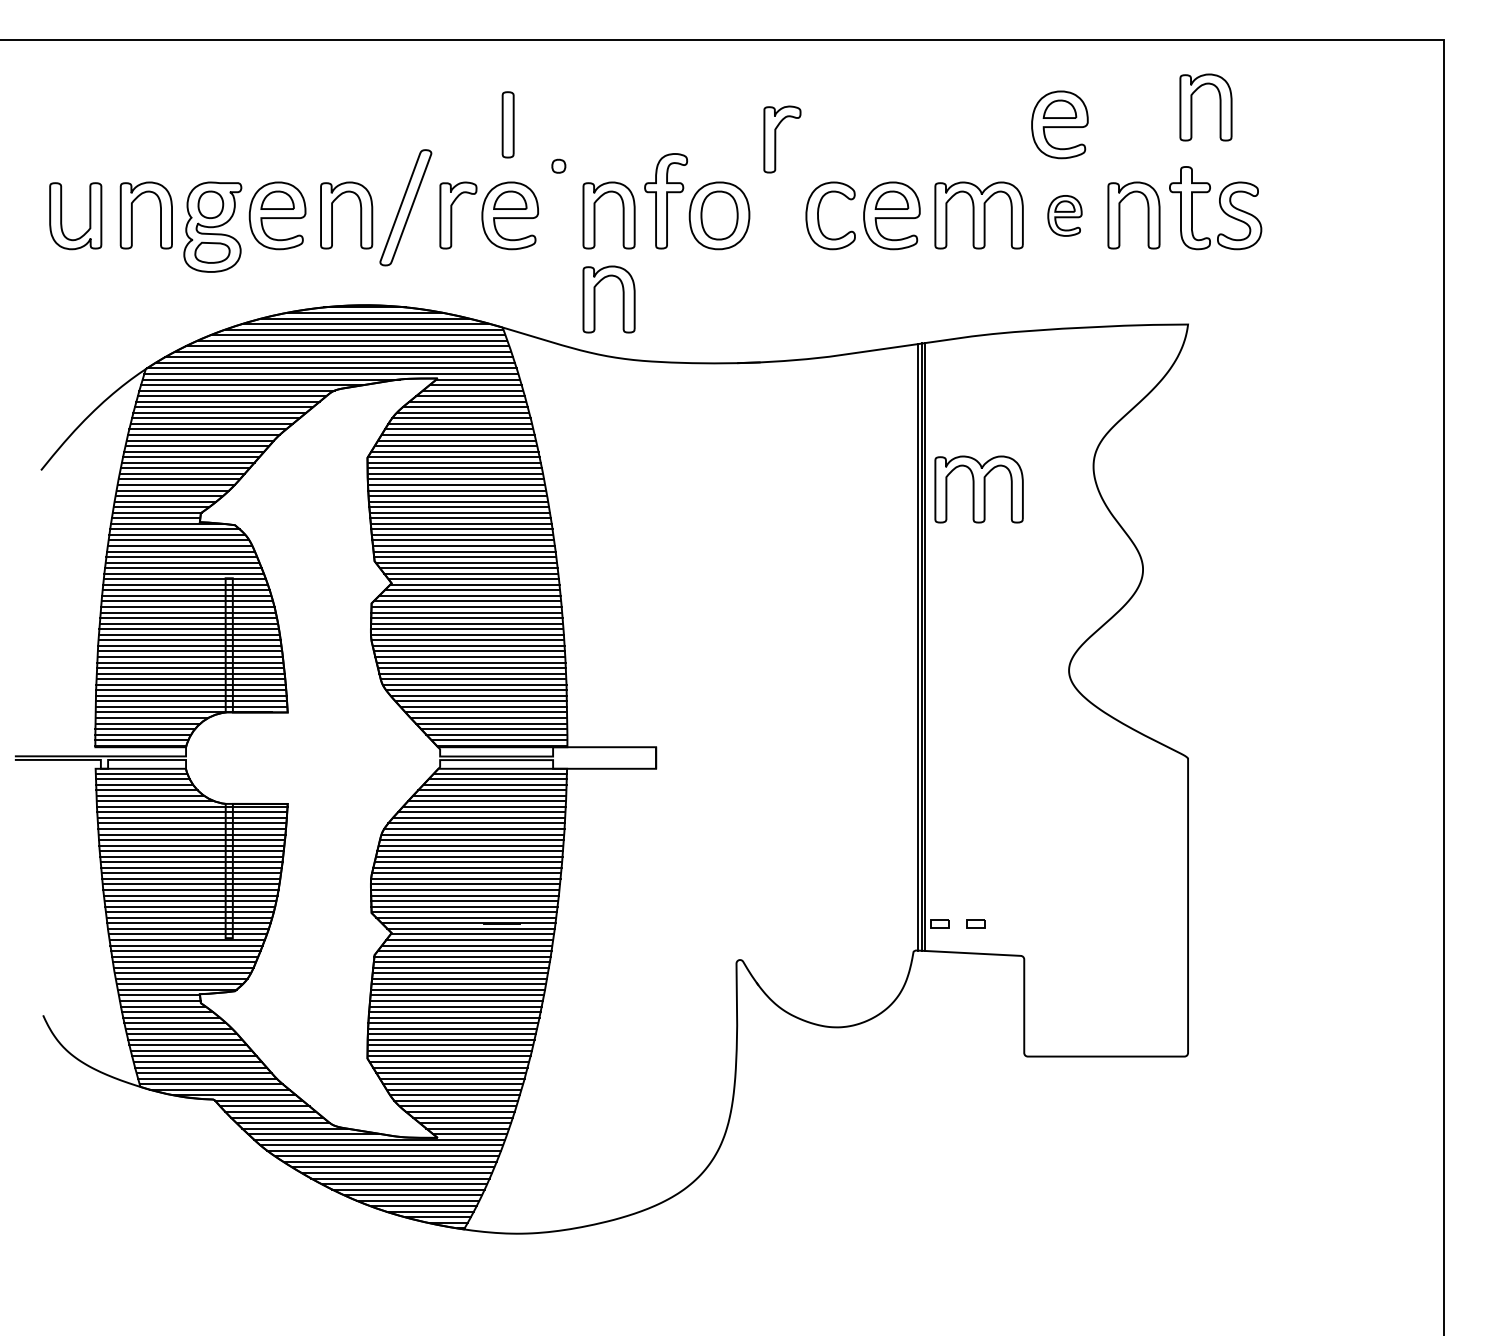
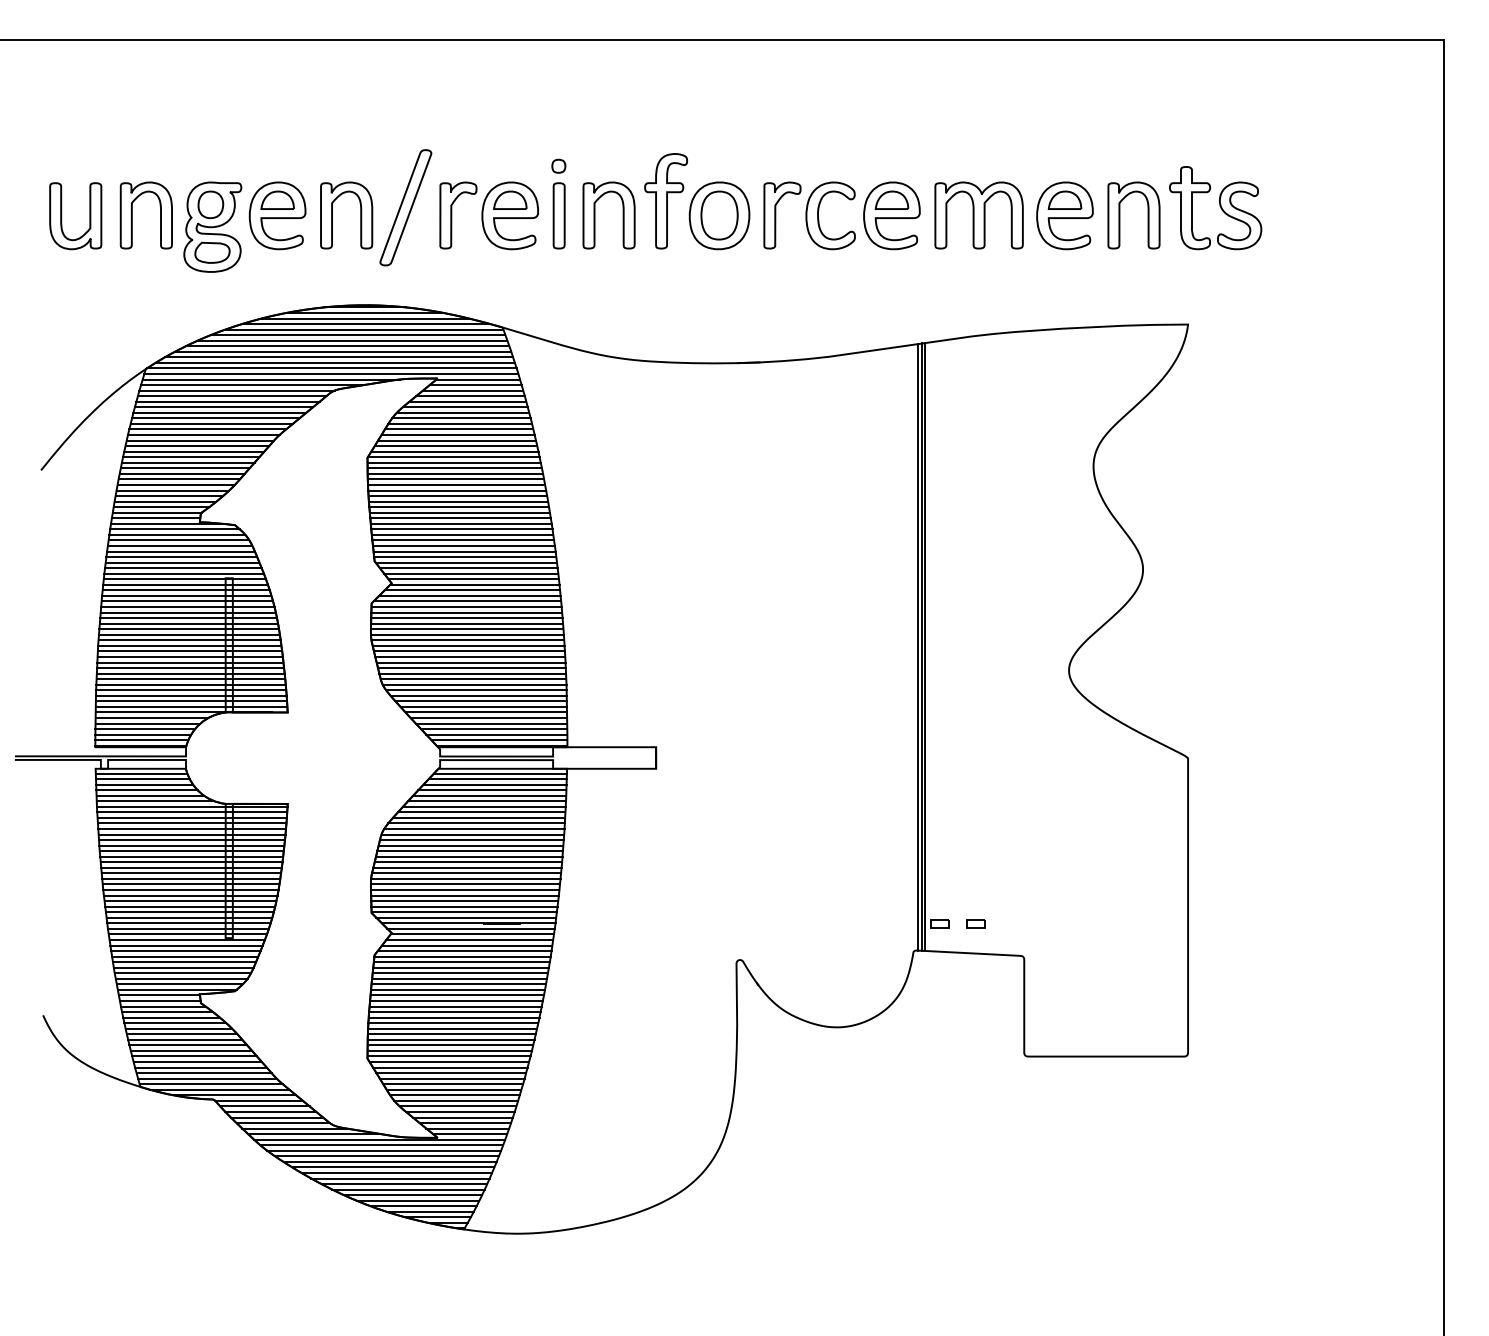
part at (1192, 107): present -> none
part at (507, 124) position: (507, 124) -> (558, 215)
part at (1059, 124): present -> none
part at (782, 139) position: (782, 139) -> (782, 215)
part at (1064, 215) size: 36x42 px -> 58x70 px
part at (595, 299): present -> none
part at (978, 489): present -> none
